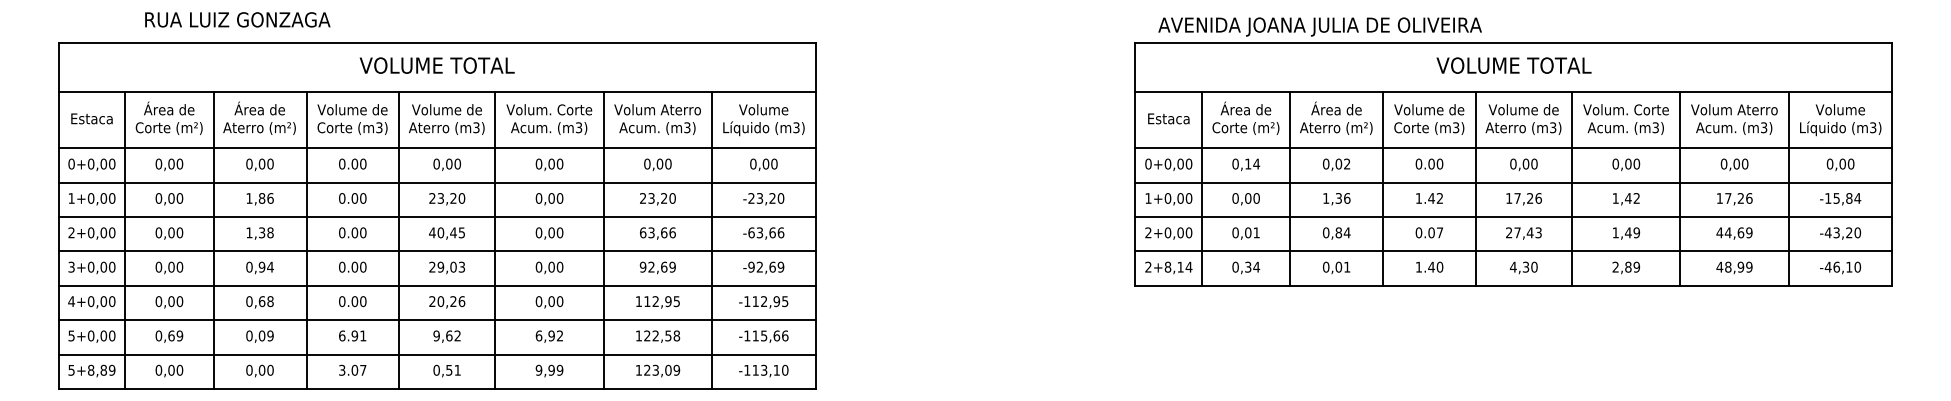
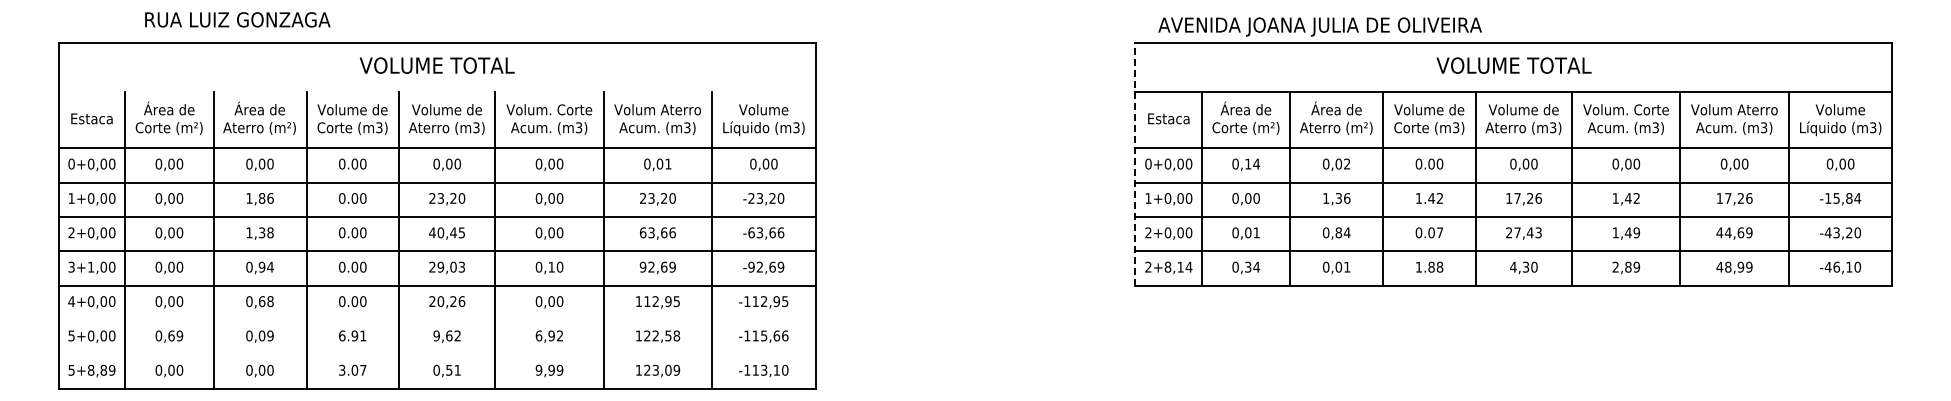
line at (436, 92): present -> none
text at (668, 163): 0,00 -> 0,01
line at (1135, 163): solid -> dashed
text at (90, 266): 3+0,00 -> 3+1,00
text at (551, 266): 0,00 -> 0,10
text at (1435, 266): 1.40 -> 1.88
line at (436, 320): present -> none
line at (436, 354): present -> none
